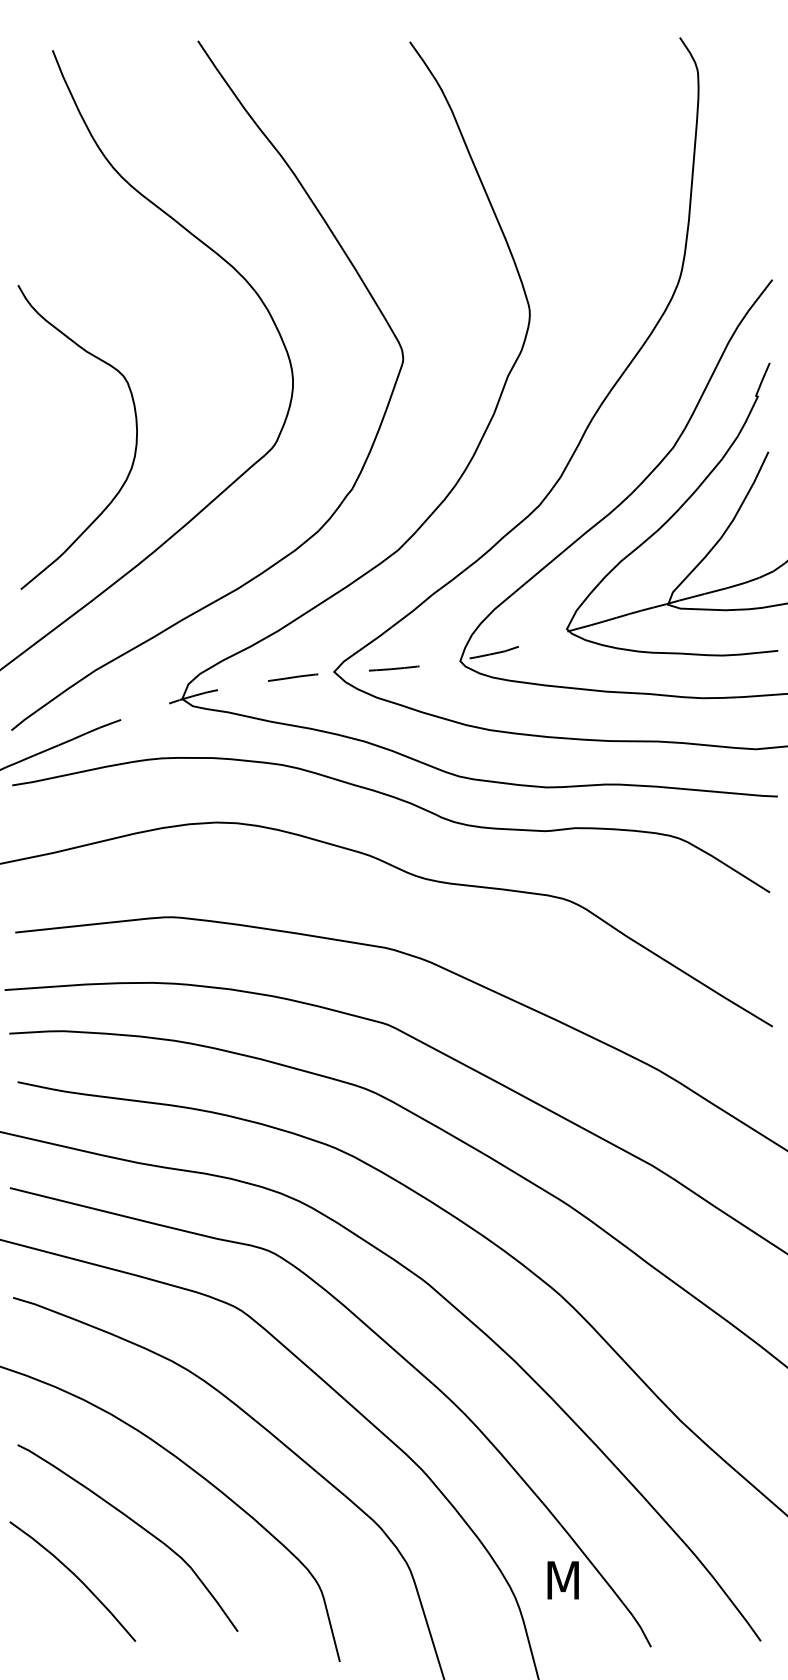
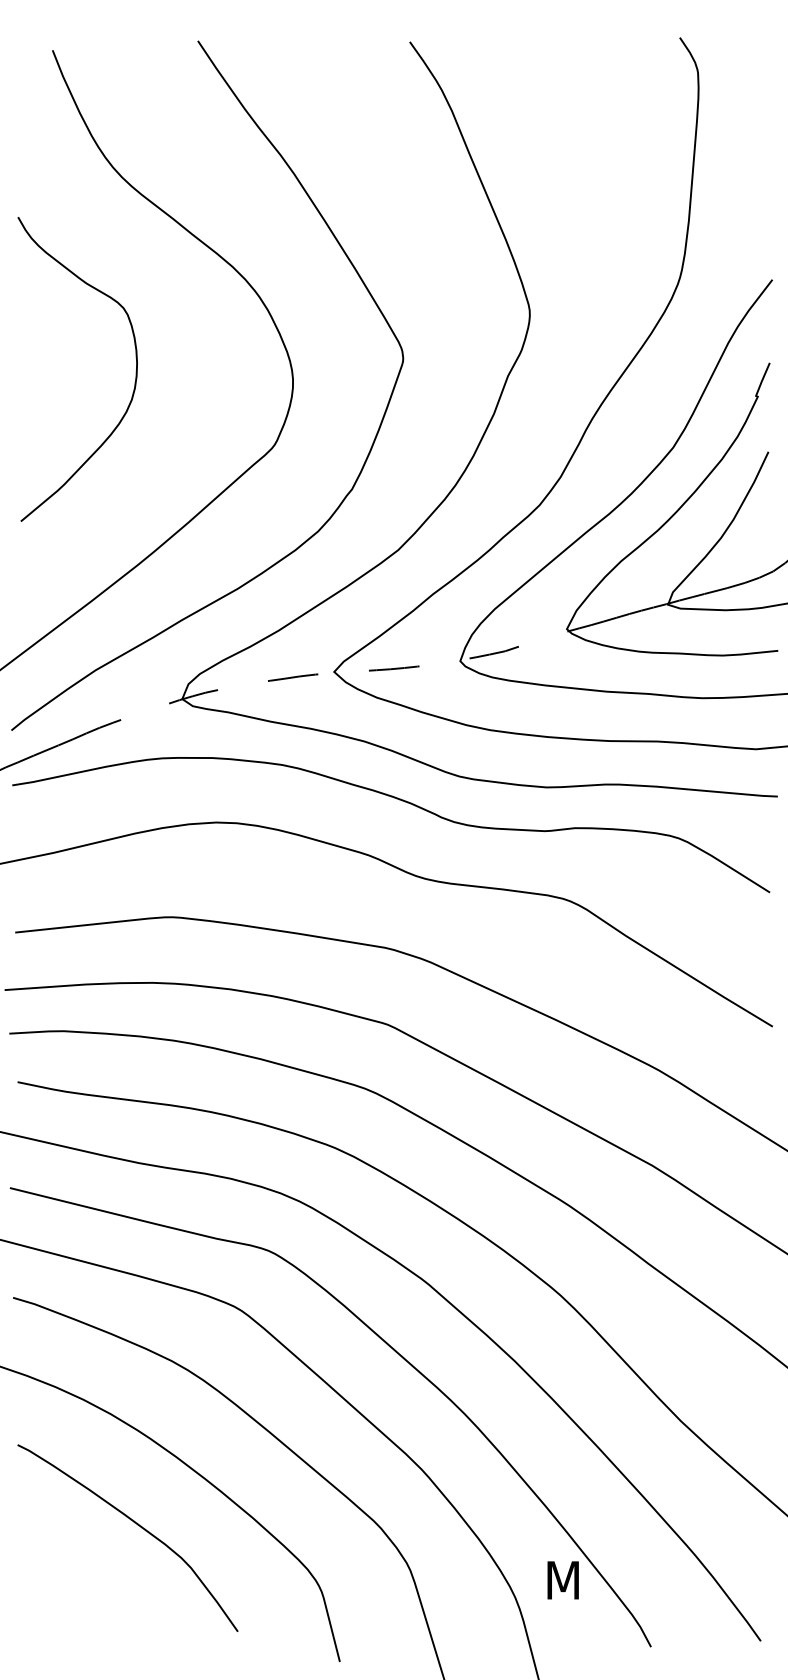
curve at (135, 439) position: (135, 439) -> (135, 371)
curve at (76, 1577): present -> none
